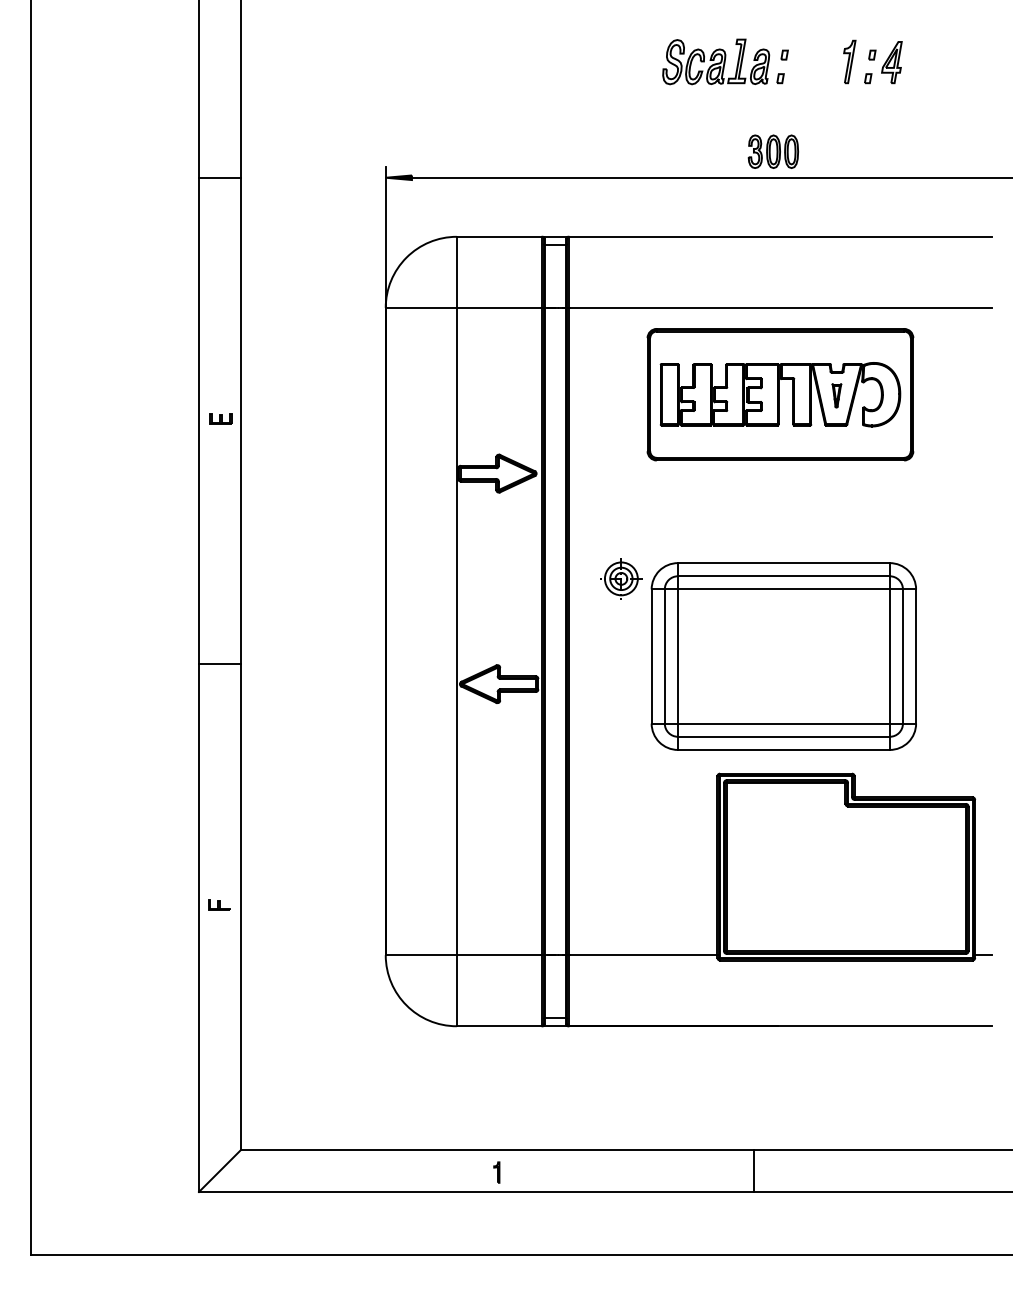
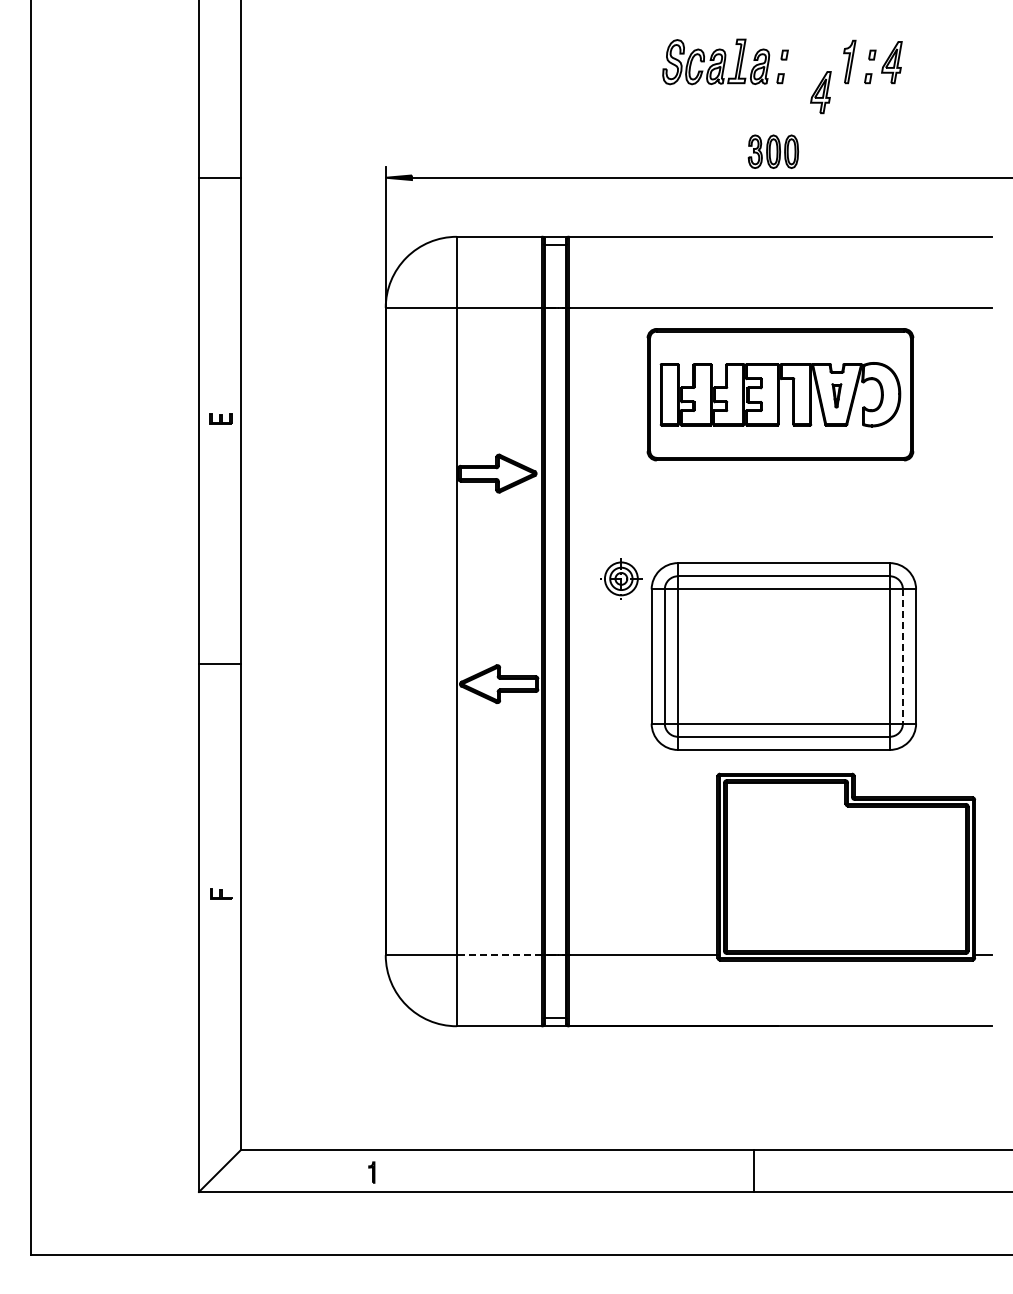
part at (820, 92): none -> present
line at (902, 657): solid -> dashed
part at (219, 904) position: (219, 904) -> (221, 893)
line at (499, 955): solid -> dashed
part at (496, 1172) position: (496, 1172) -> (371, 1172)
